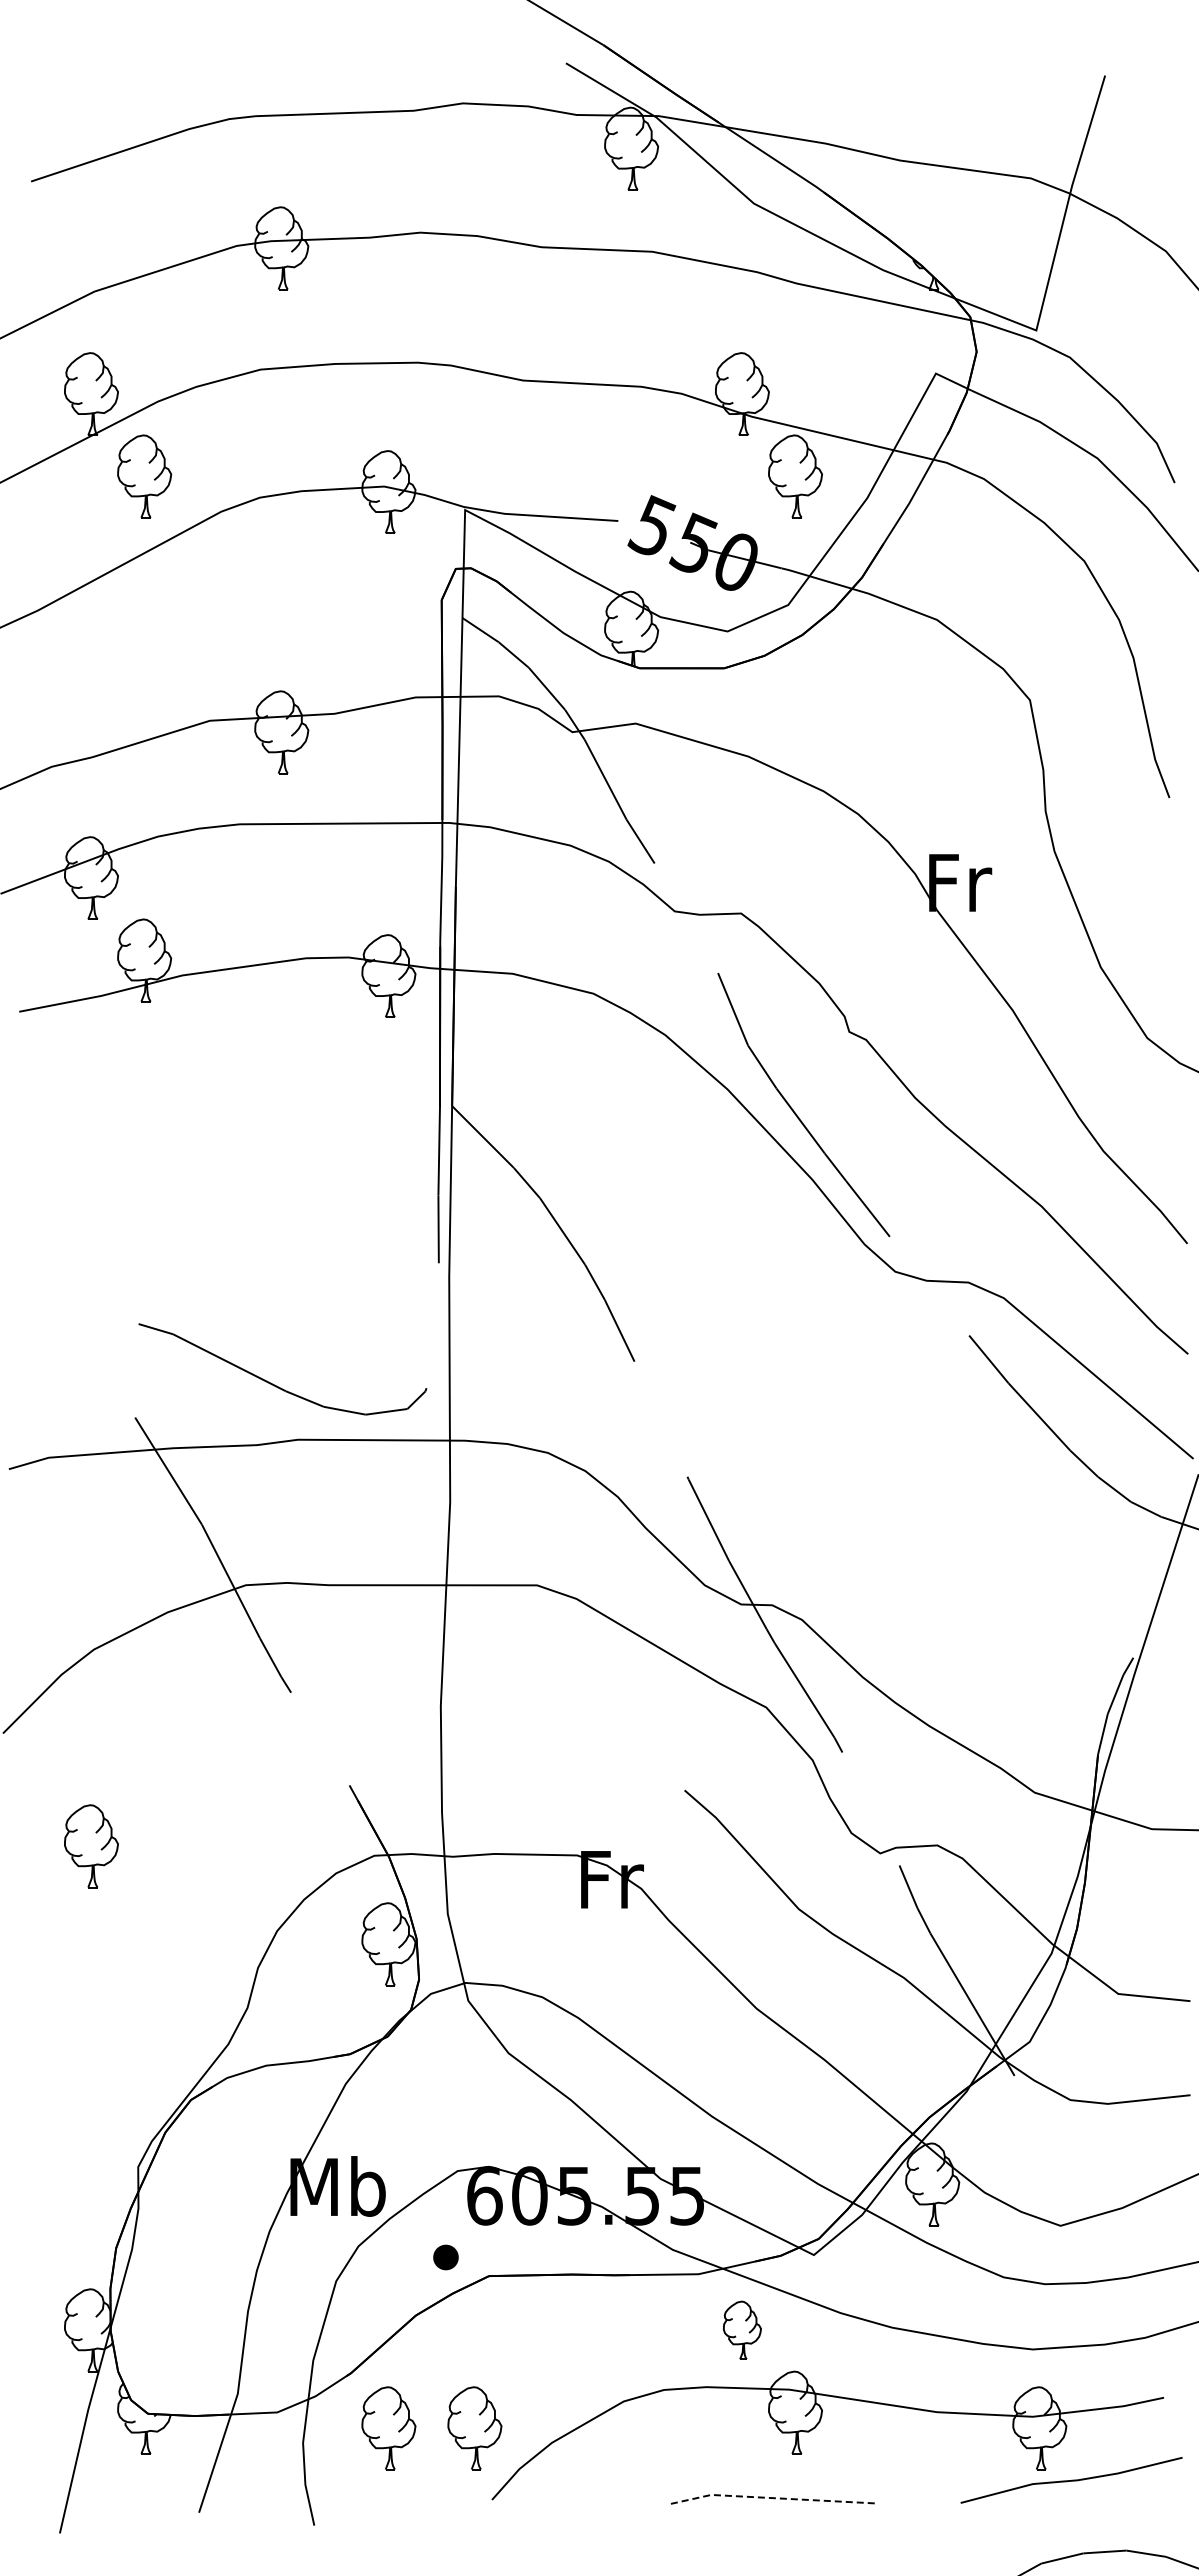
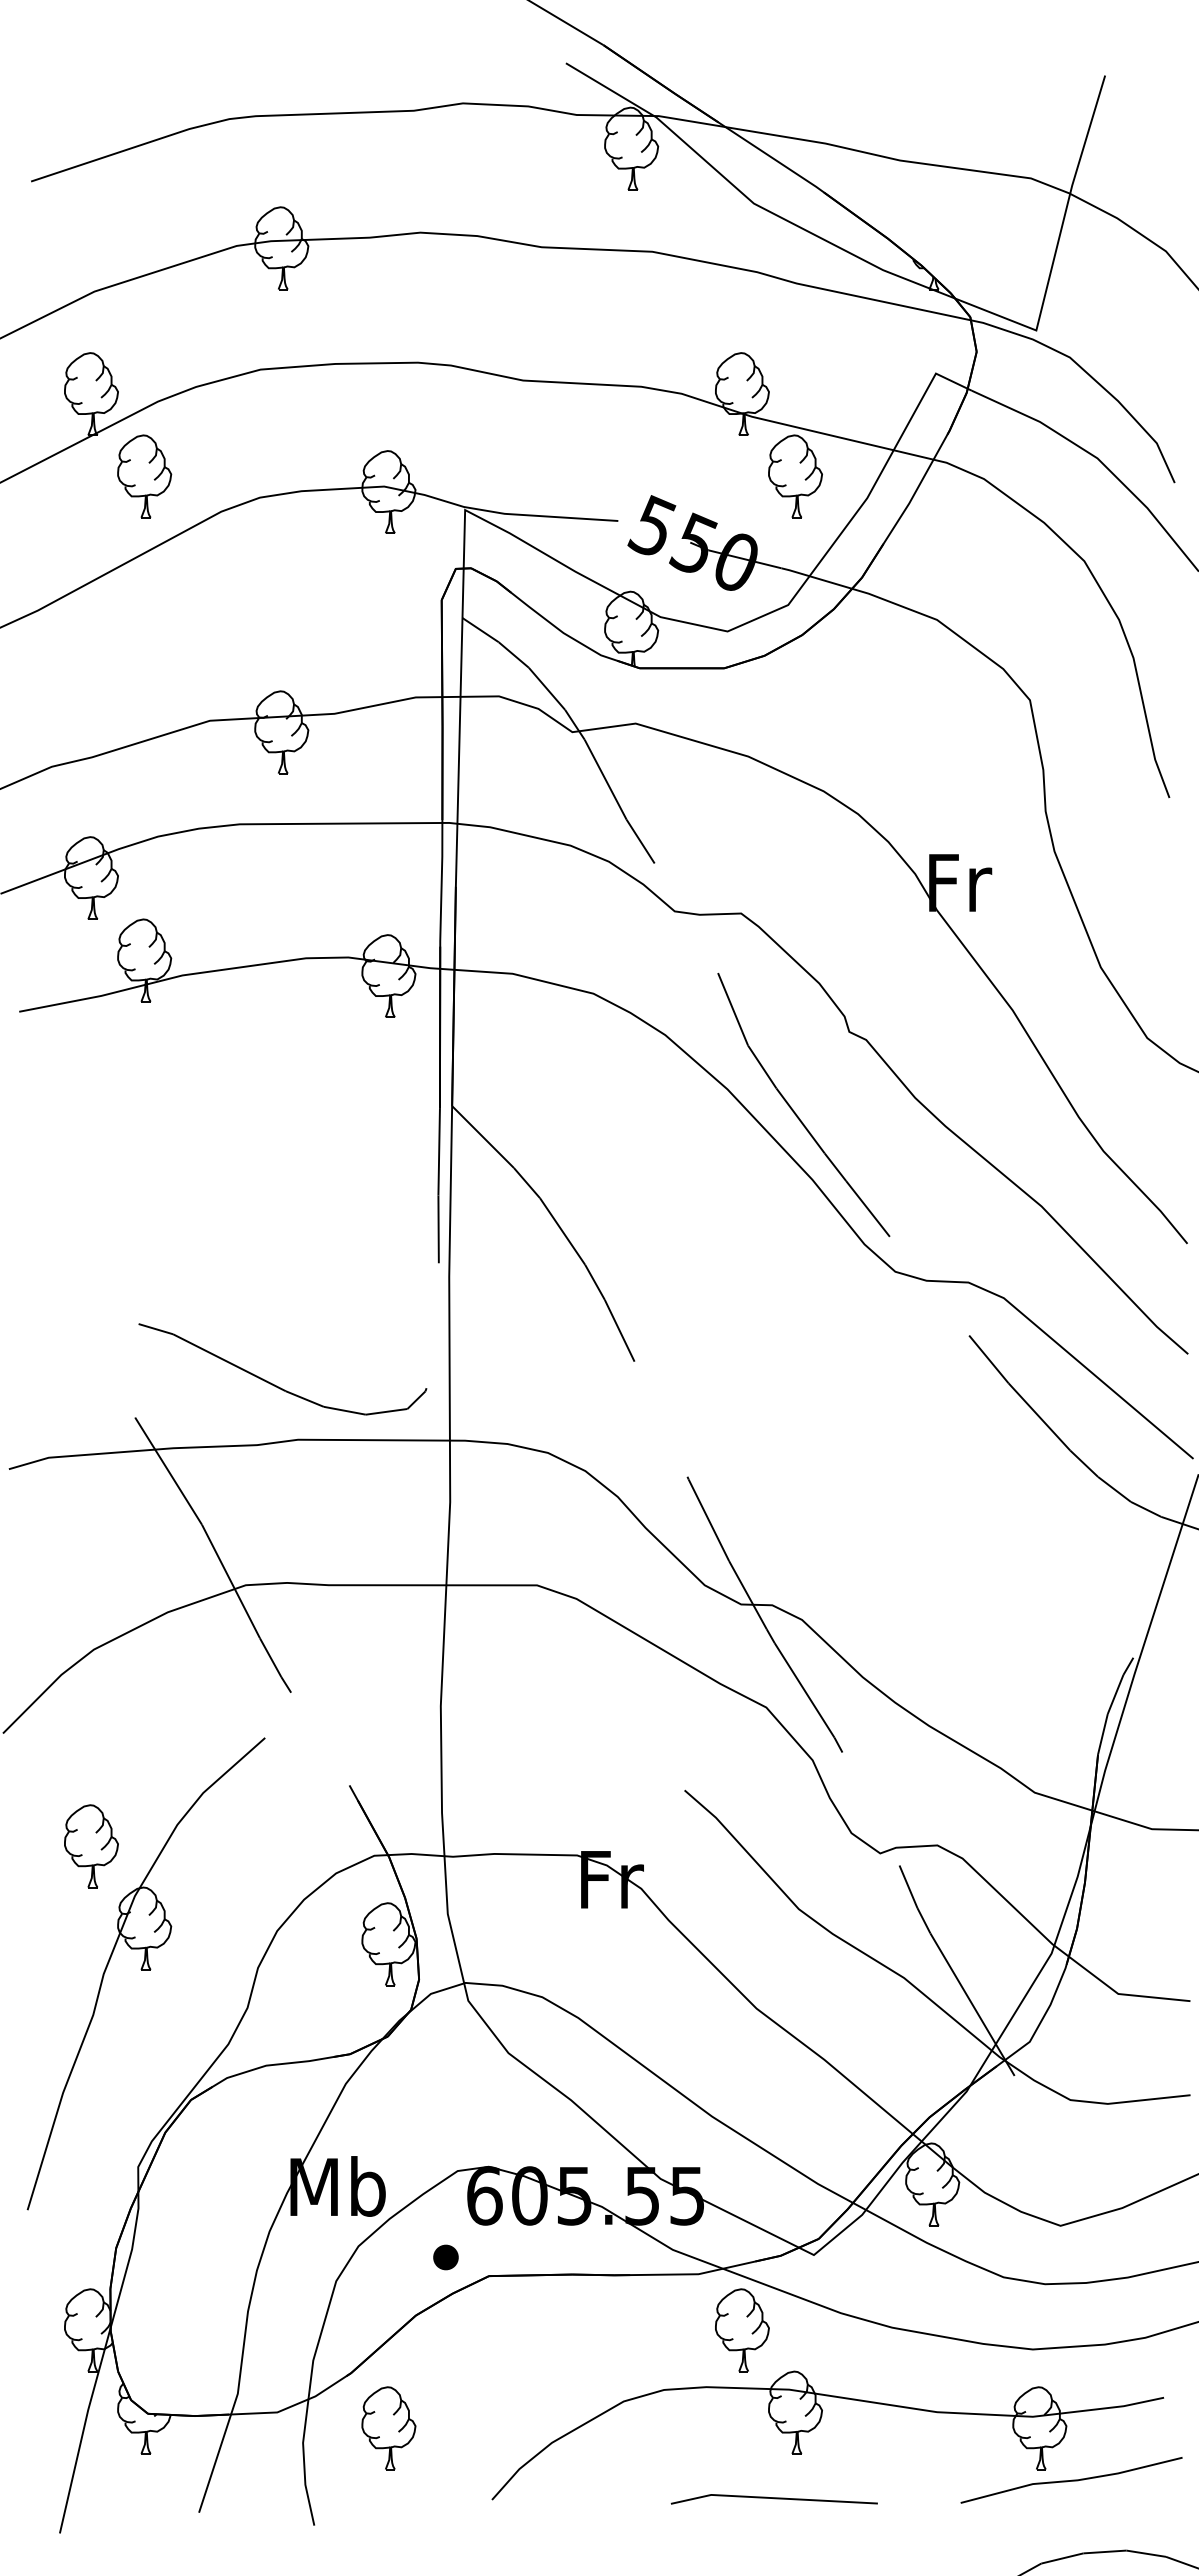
part at (145, 1973): none -> present
part at (742, 2329) size: 39x60 px -> 55x85 px
part at (474, 2428): present -> none
line at (773, 2498): dashed -> solid
